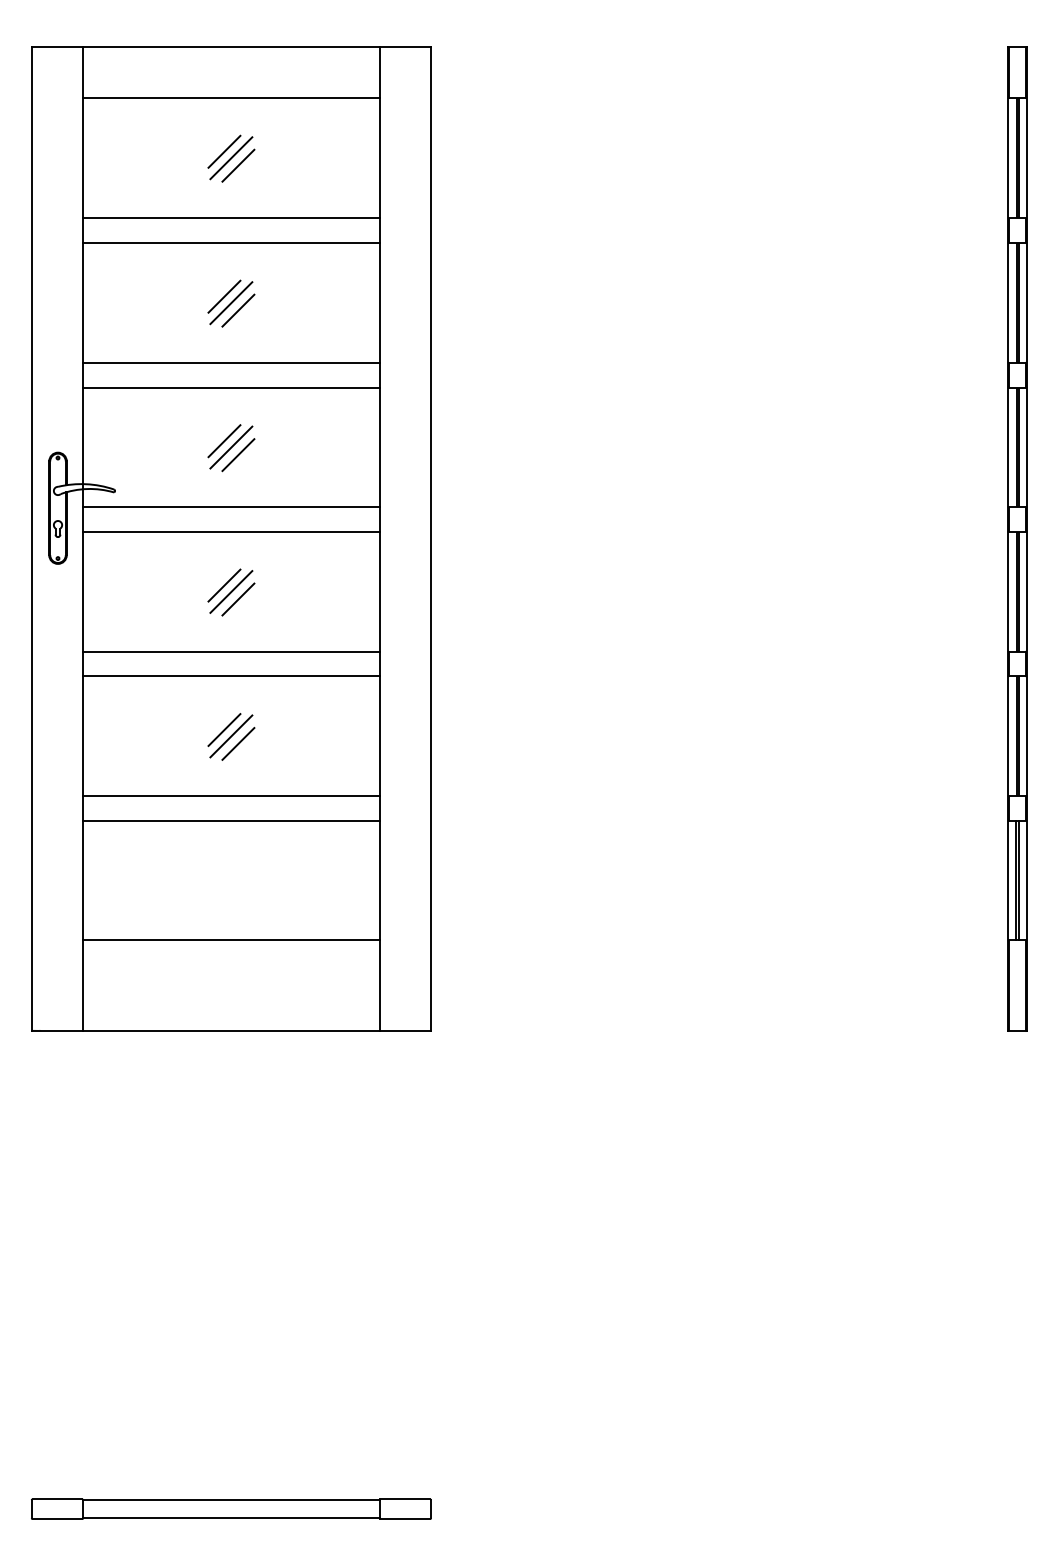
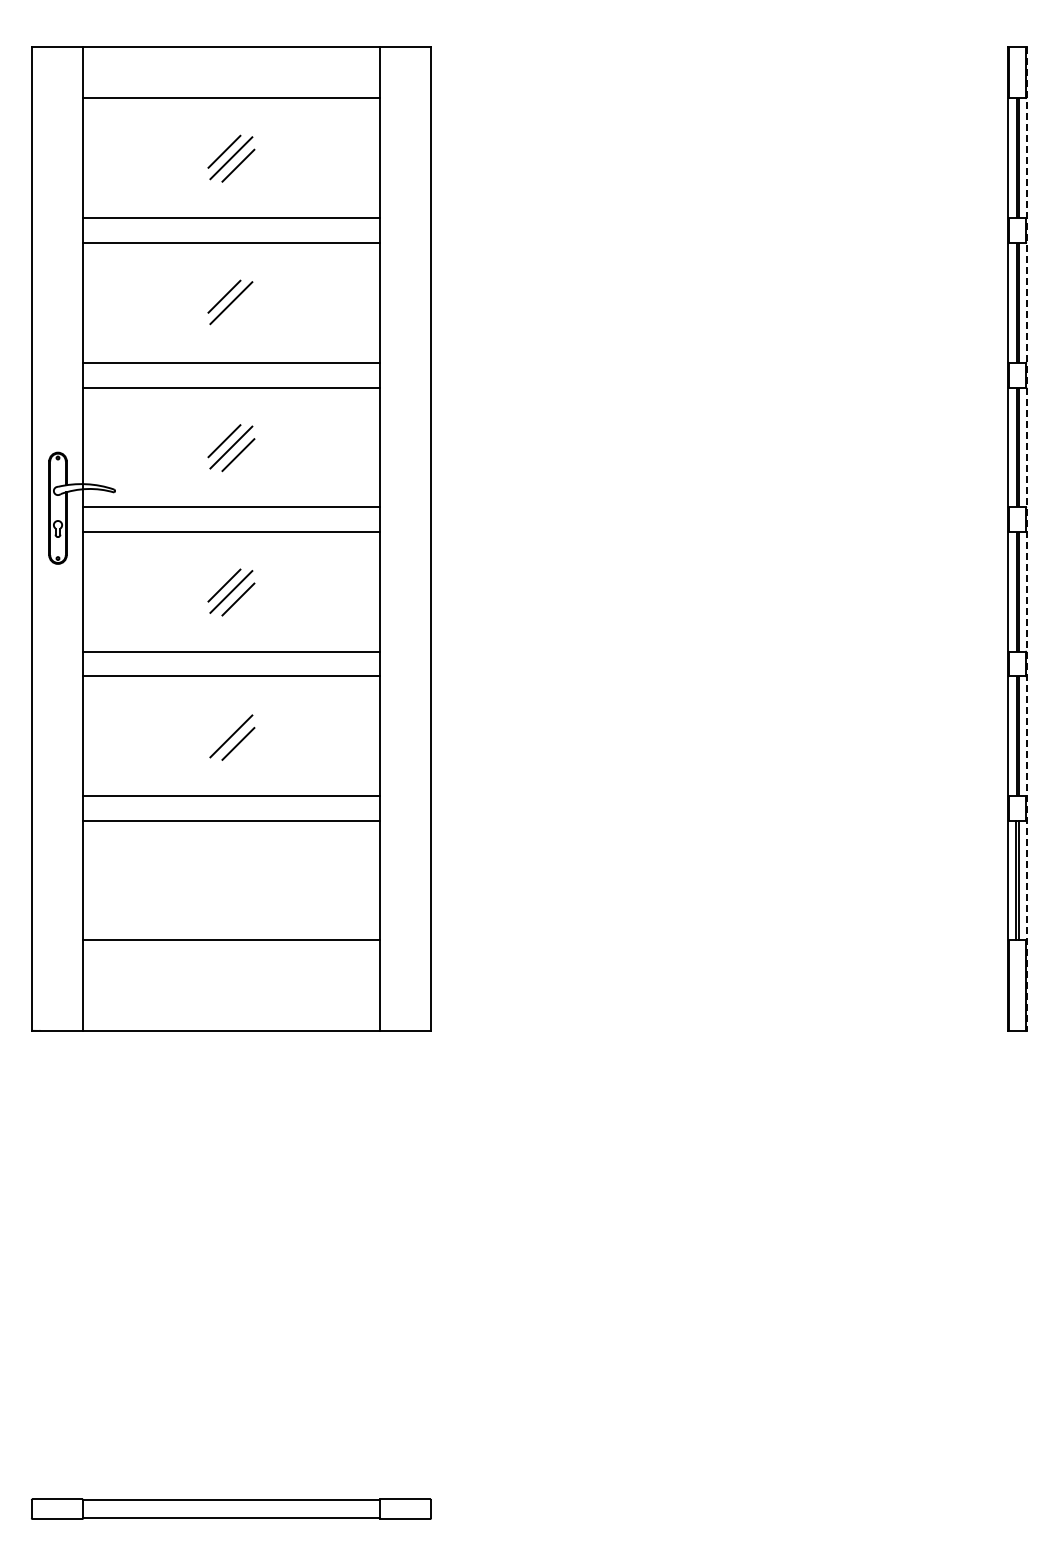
line at (238, 310): present -> none
line at (1027, 539): solid -> dashed
line at (224, 729): present -> none
